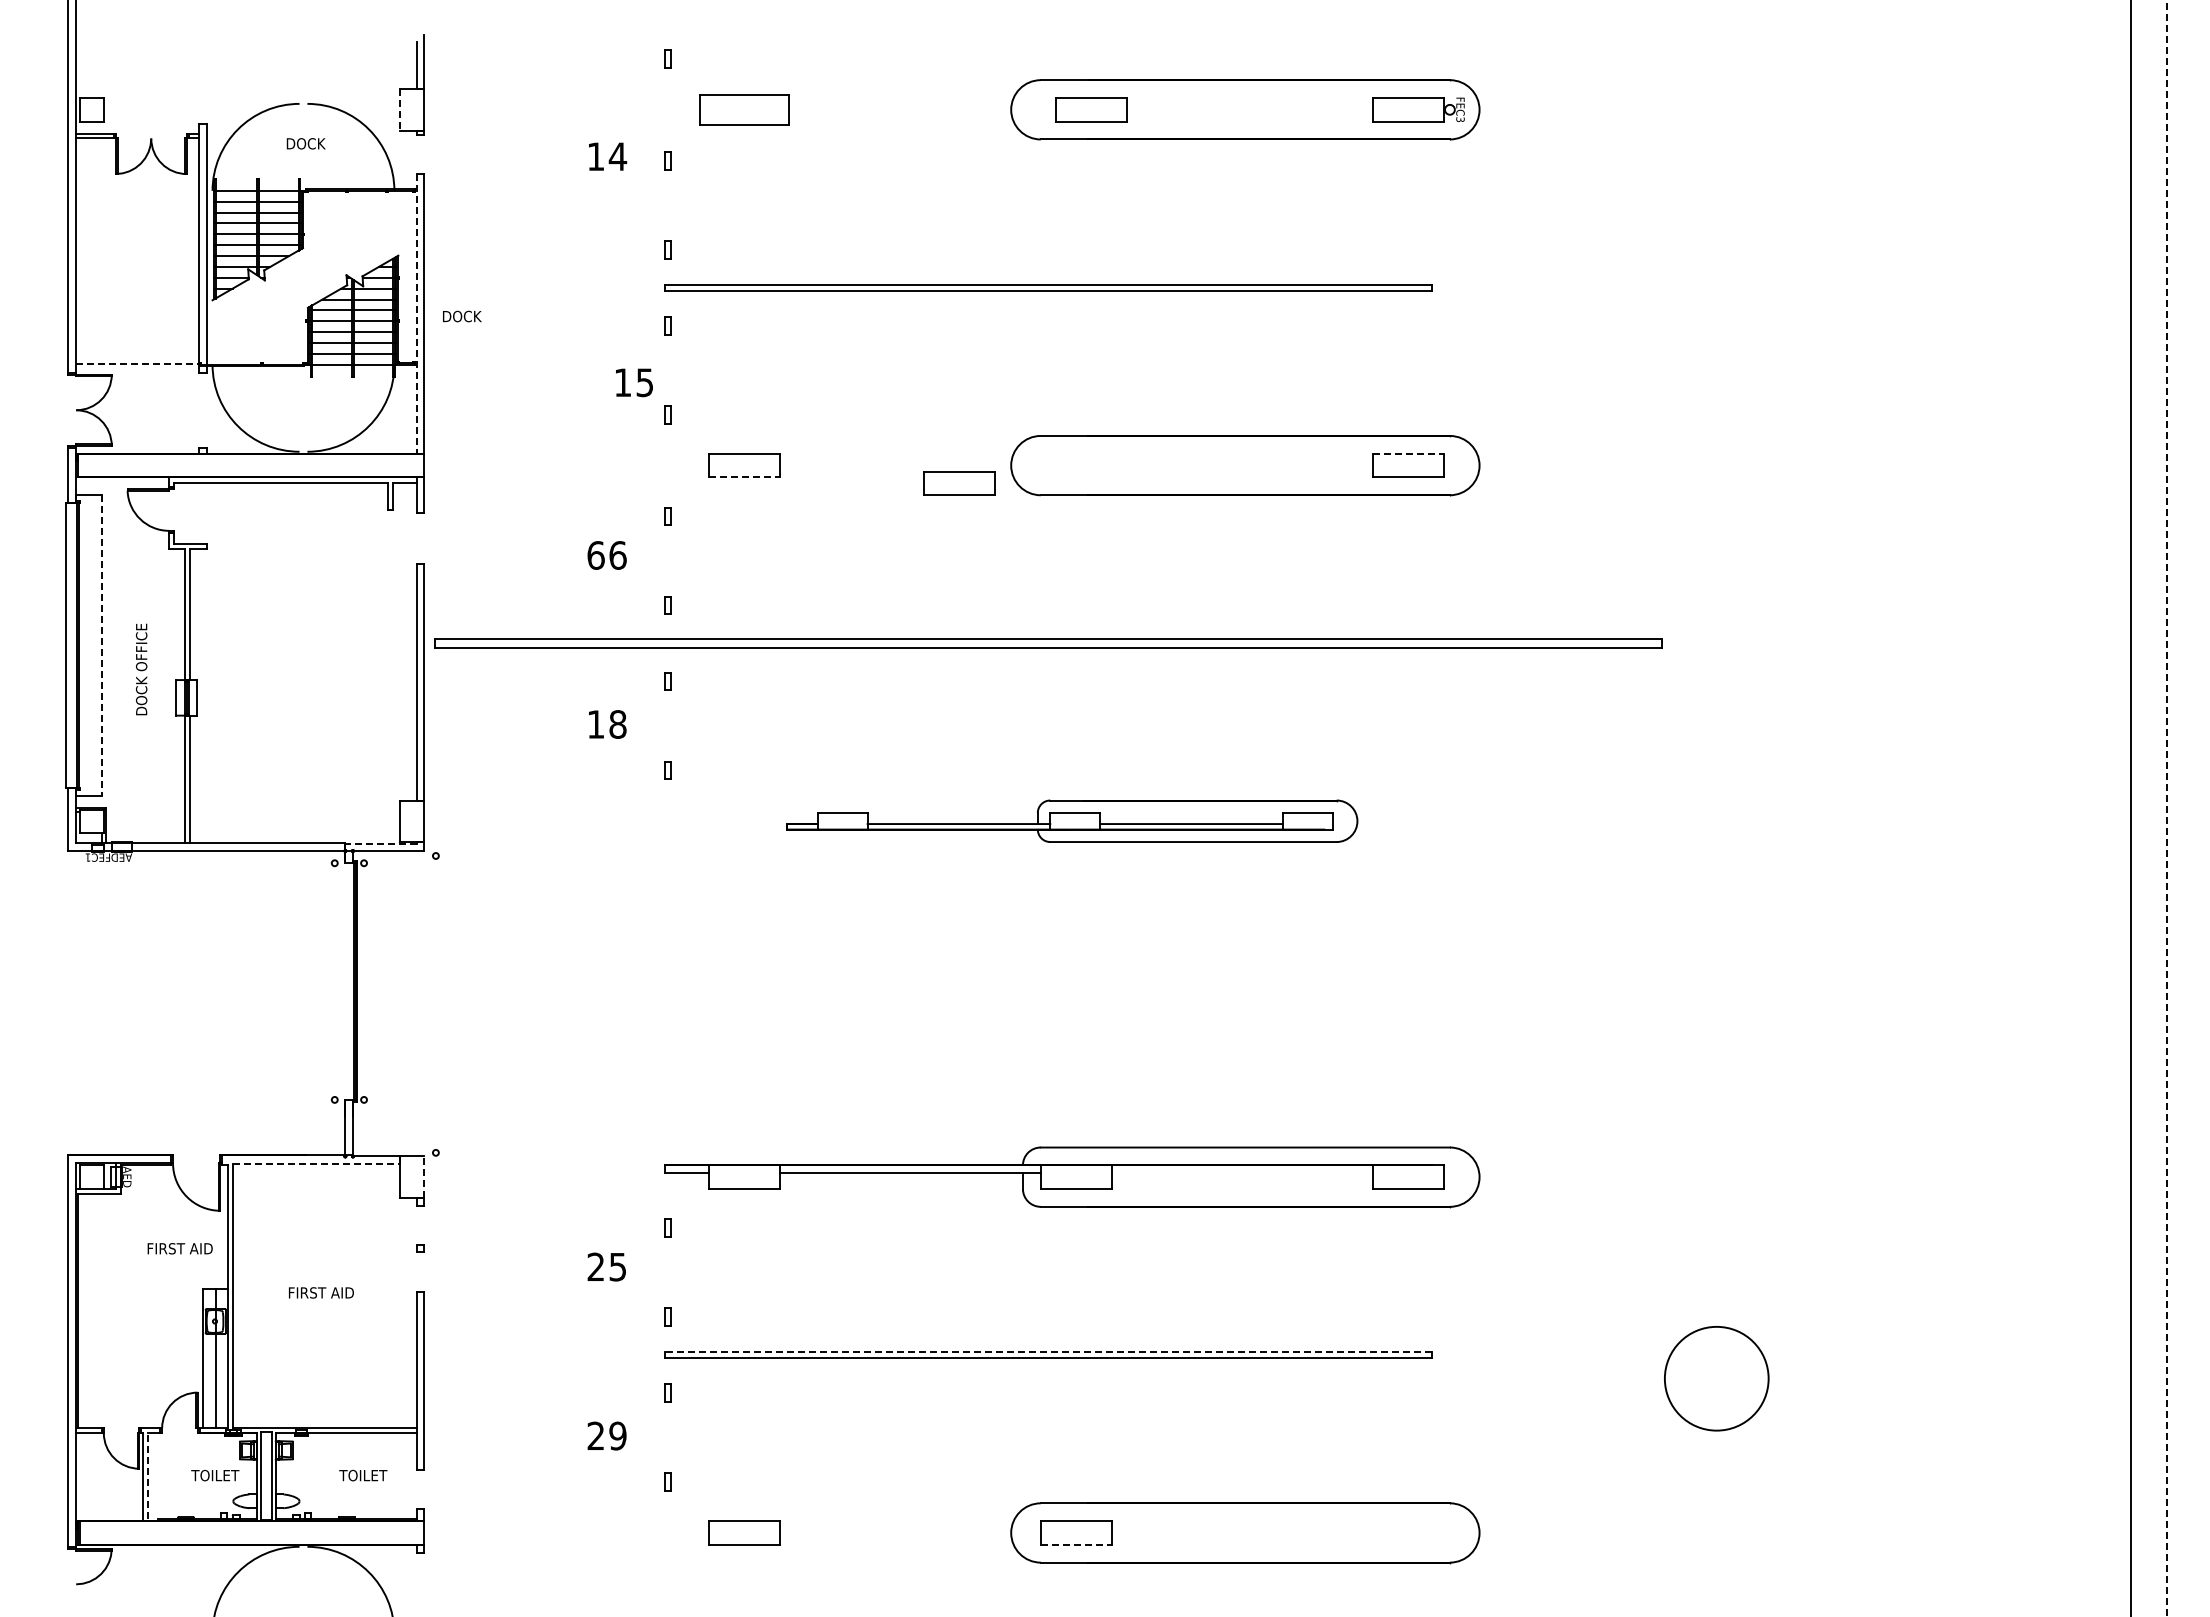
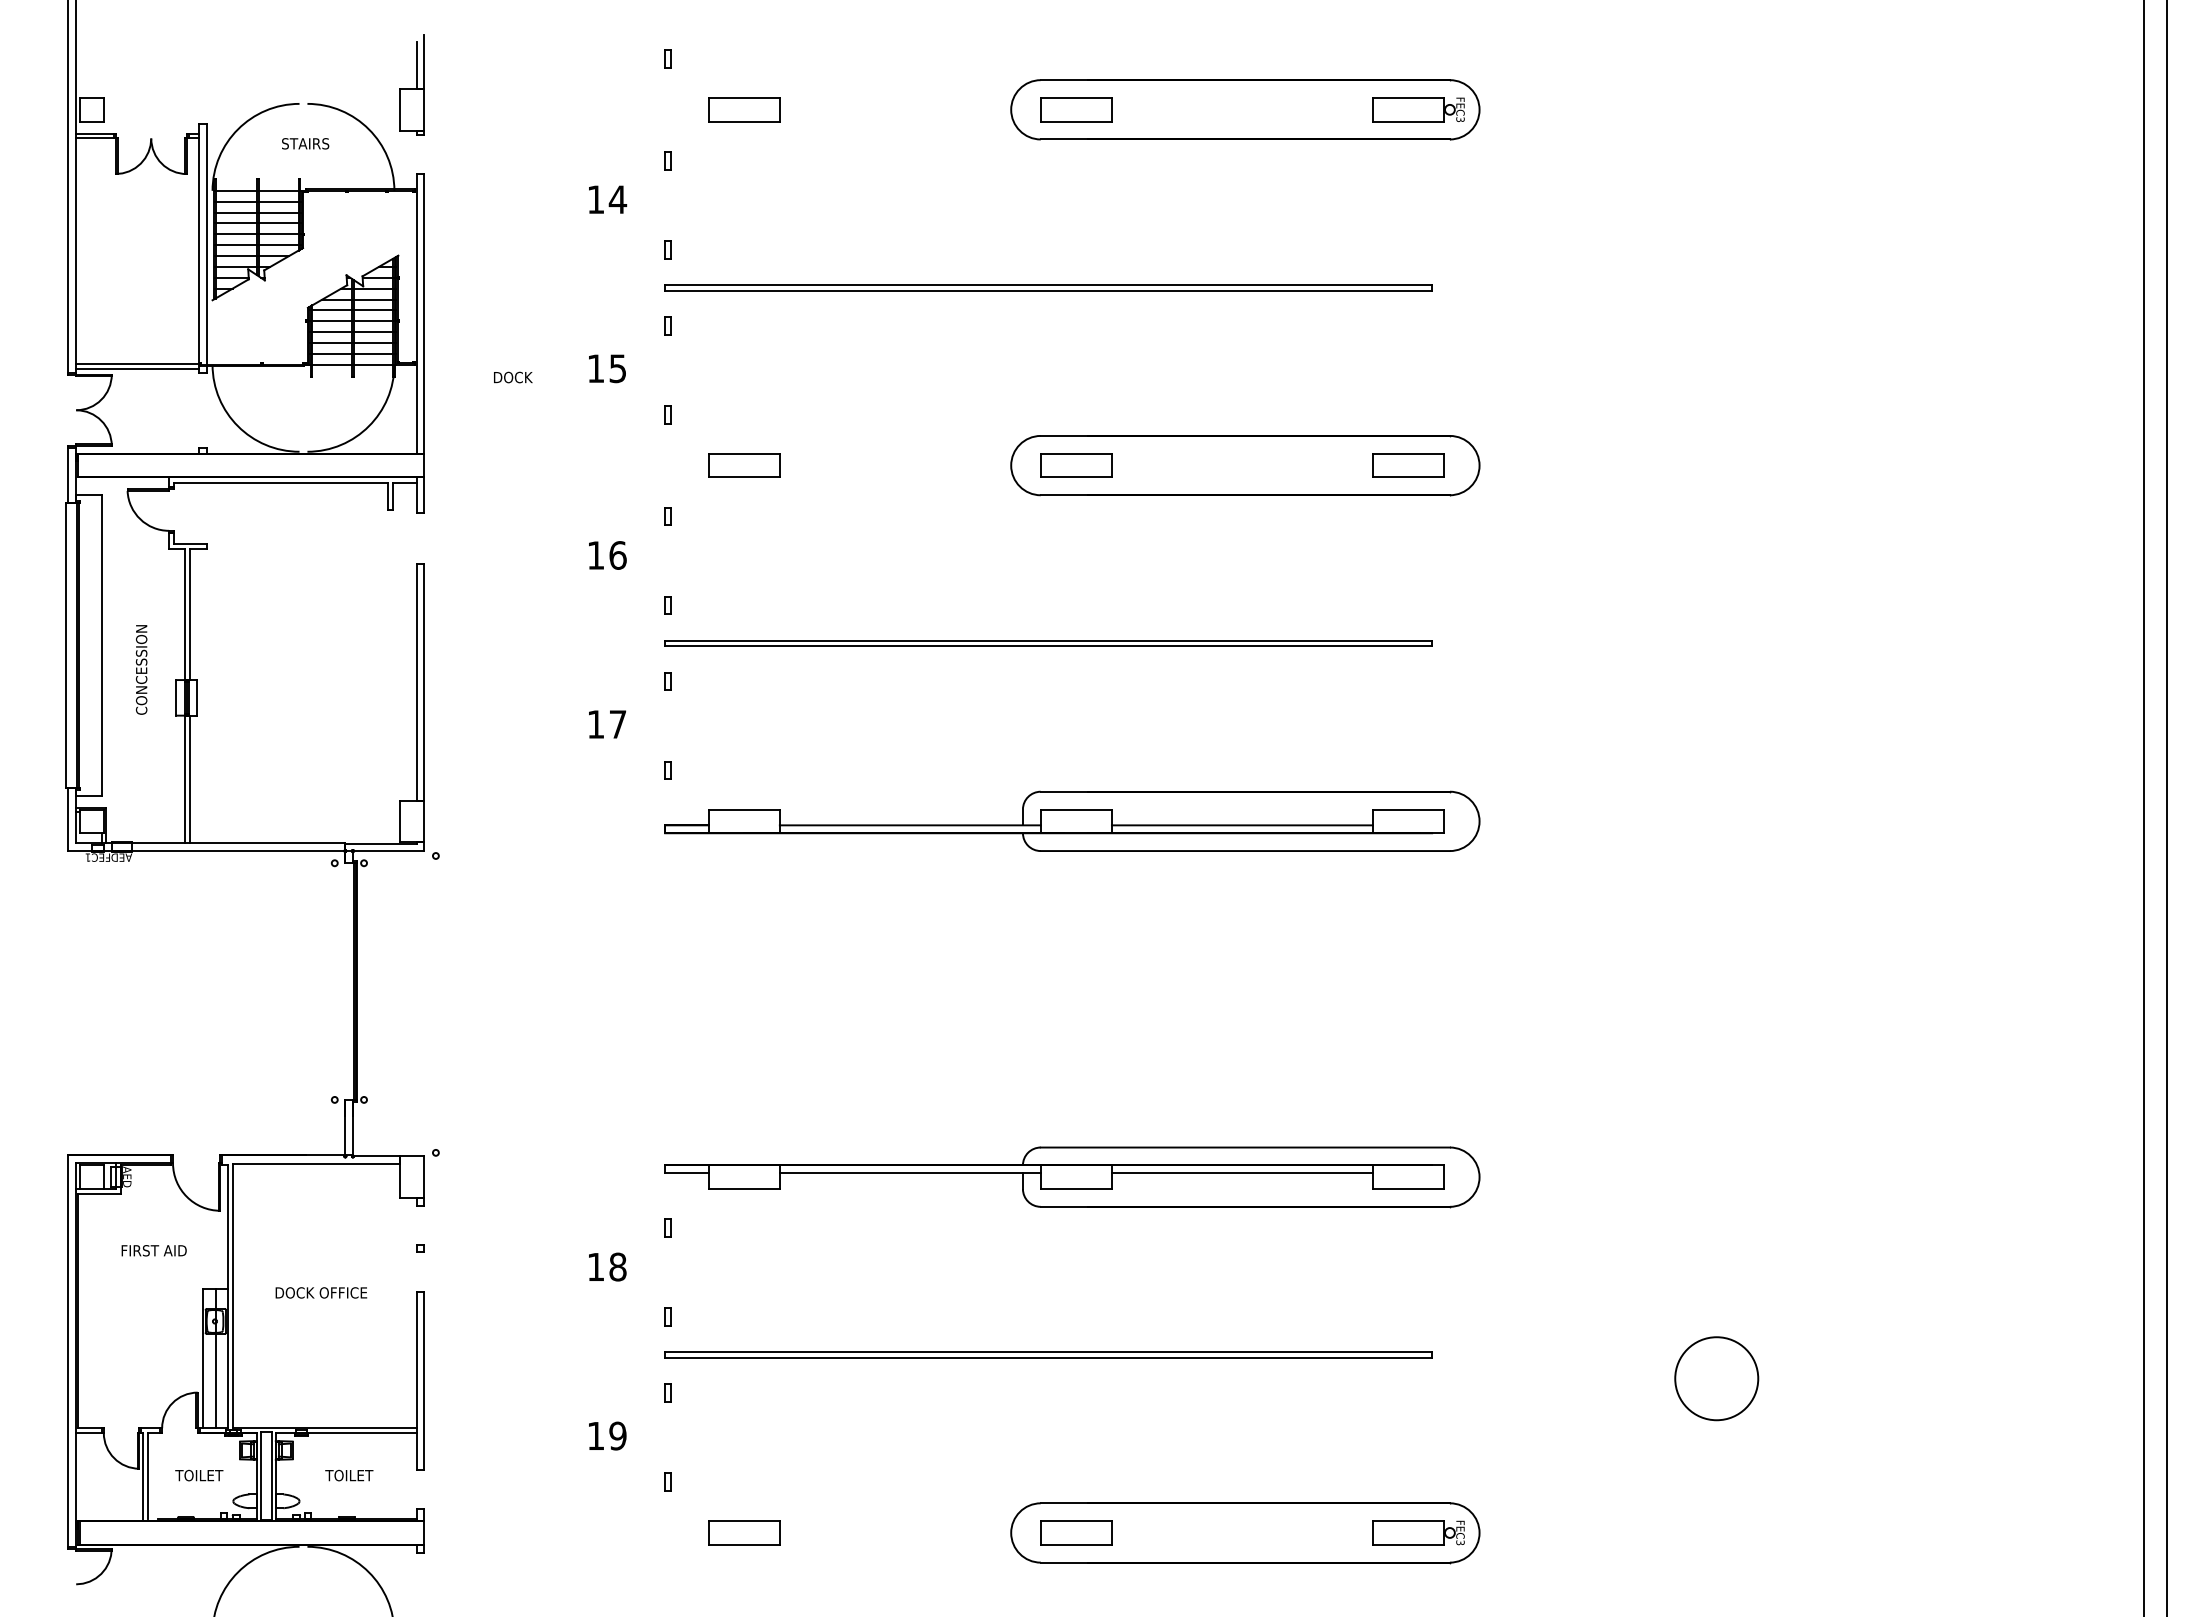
line at (400, 109): dashed -> solid
part at (744, 109) size: 91x32 px -> 73x26 px
part at (1091, 109) position: (1091, 109) -> (1076, 109)
text at (305, 143): DOCK -> STAIRS
text at (608, 156) position: (608, 156) -> (608, 199)
line at (416, 313): dashed -> solid
text at (462, 316) position: (462, 316) -> (513, 377)
line at (137, 363): dashed -> solid
line at (137, 368): none -> present
text at (634, 382) position: (634, 382) -> (607, 368)
line at (1408, 453): dashed -> solid
line at (744, 477): dashed -> solid
part at (959, 483) position: (959, 483) -> (1076, 465)
text at (595, 555): 66 -> 16
part at (1048, 643) size: 1229x11 px -> 769x7 px
line at (101, 645): dashed -> solid
text at (141, 669): DOCK OFFICE -> CONCESSION
text at (617, 724): 18 -> 17
line at (2130, 807) position: (2130, 807) -> (2143, 807)
line at (2167, 808): dashed -> solid
part at (1072, 820) size: 573x44 px -> 817x62 px
line at (380, 843): dashed -> solid
line at (316, 1163): dashed -> solid
line at (1241, 1173): none -> present
line at (424, 1177): dashed -> solid
text at (179, 1248) position: (179, 1248) -> (153, 1250)
text at (606, 1266): 25 -> 18
text at (321, 1292): FIRST AID -> DOCK OFFICE
line at (1048, 1352): dashed -> solid
circle at (1716, 1378) diameter: 104 px -> 83 px
text at (595, 1435): 29 -> 19
text at (215, 1475) position: (215, 1475) -> (199, 1475)
text at (363, 1475) position: (363, 1475) -> (349, 1475)
line at (148, 1476): dashed -> solid
part at (1418, 1532): none -> present
line at (1076, 1544): dashed -> solid
